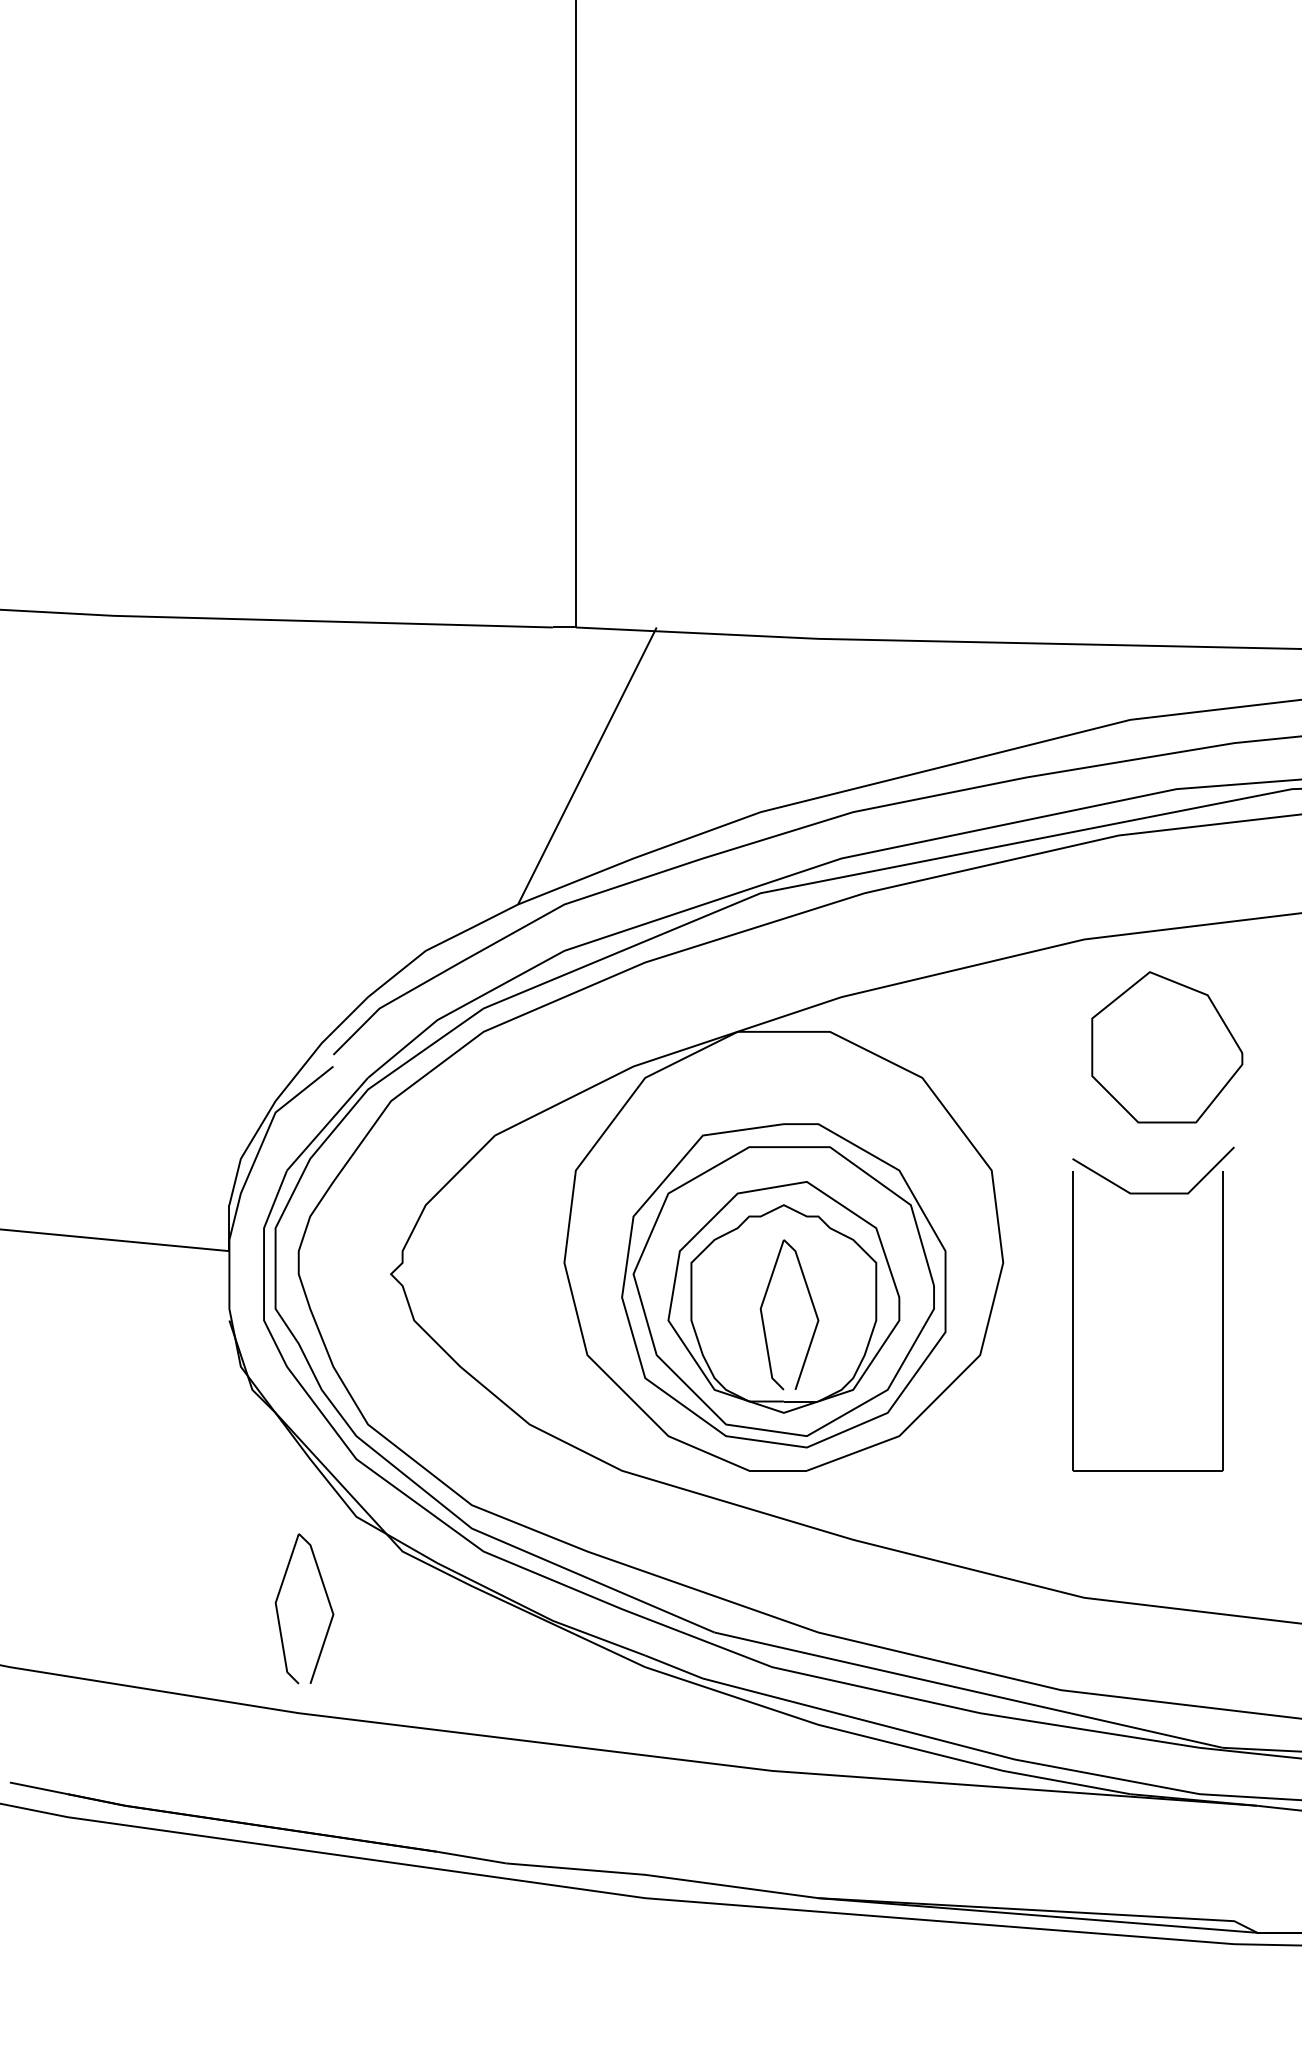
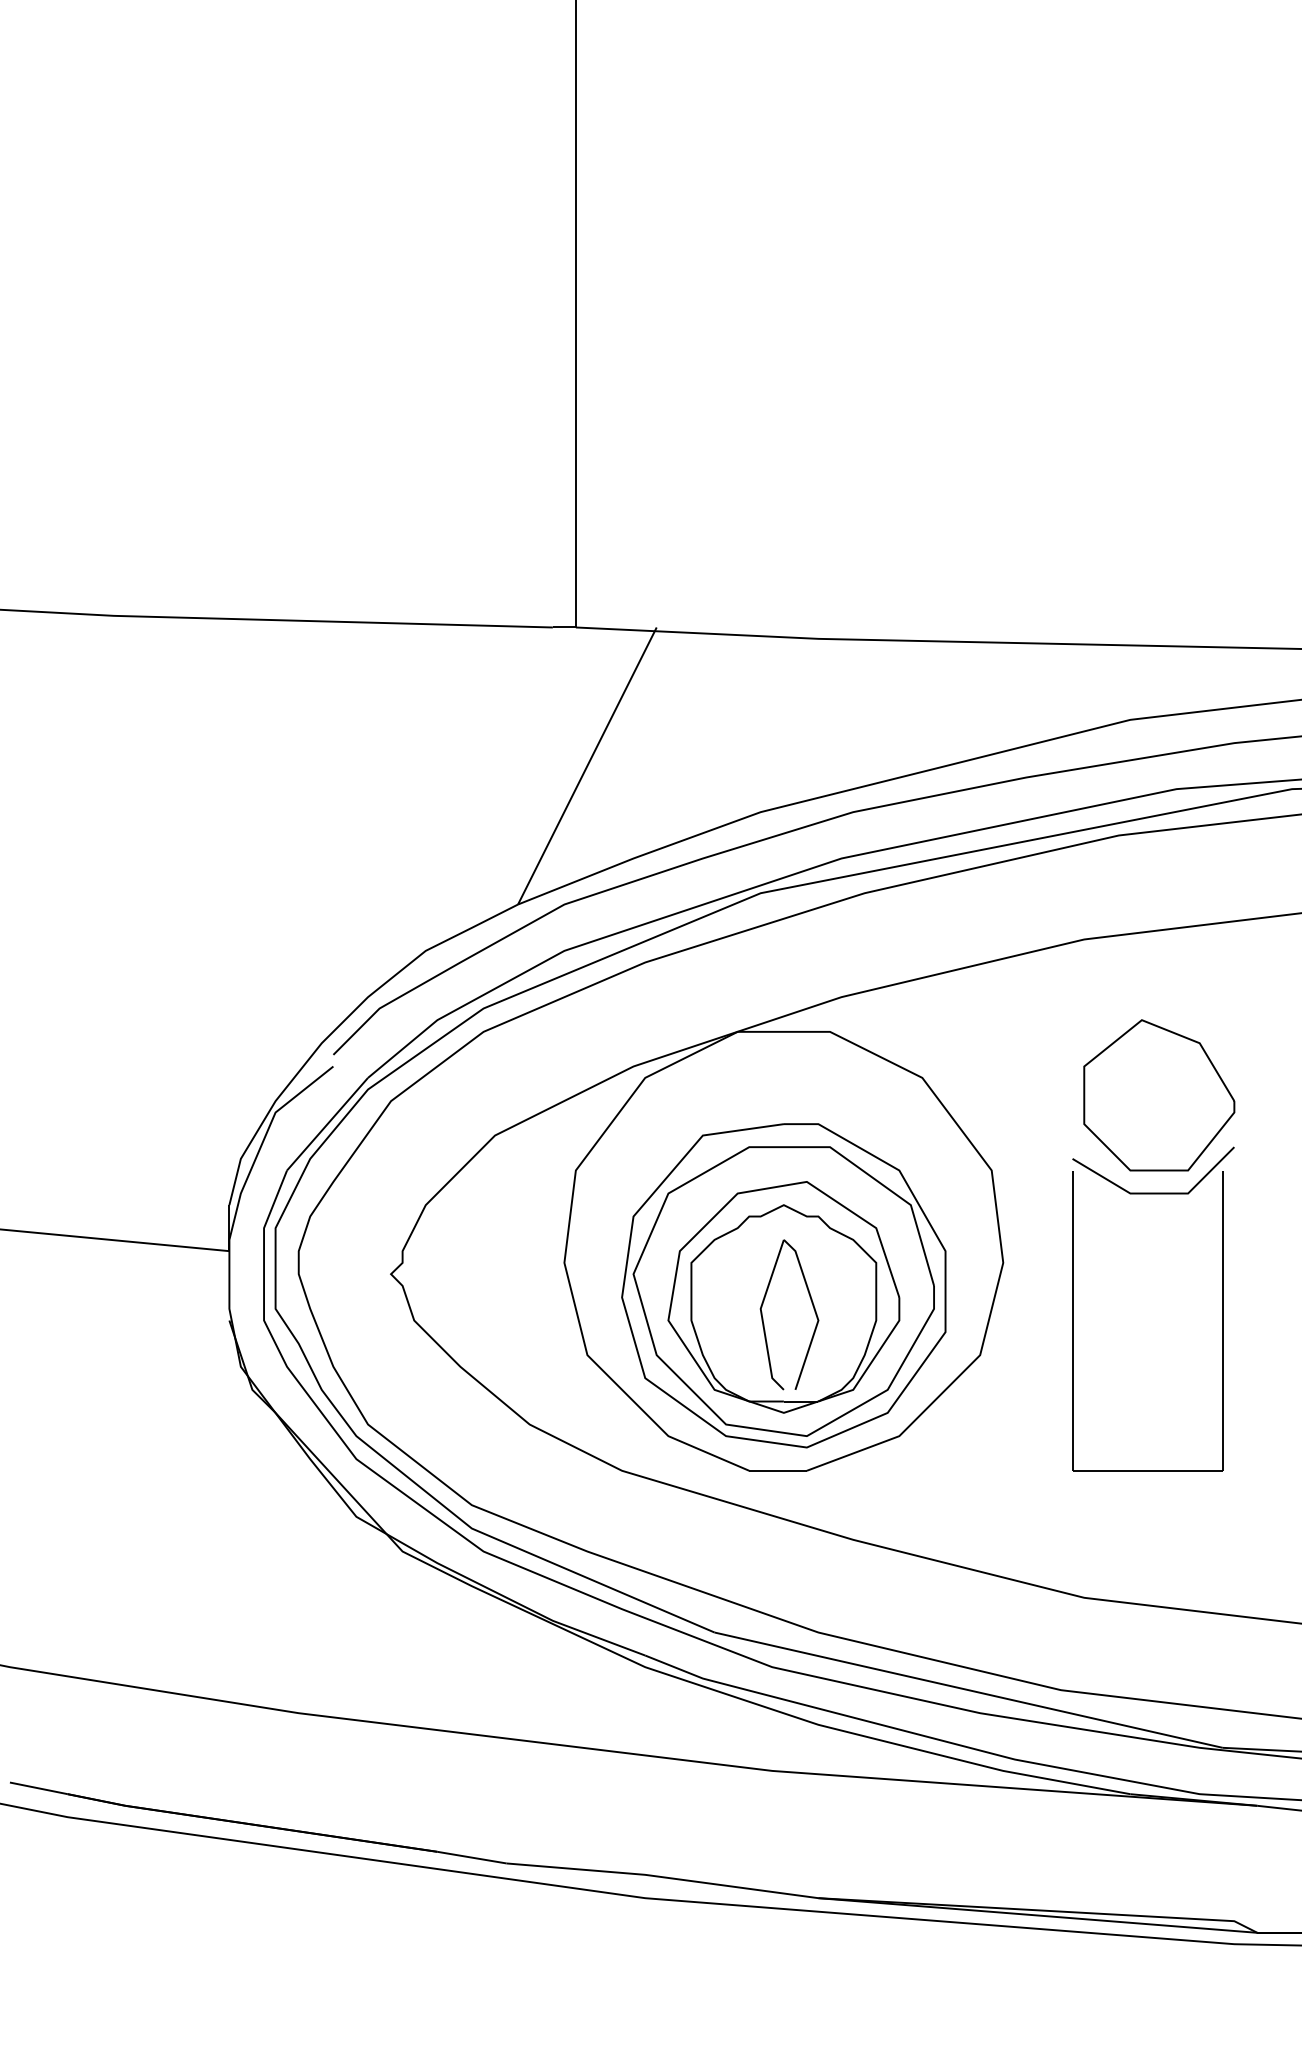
part at (1167, 1047) position: (1167, 1047) -> (1159, 1095)
part at (327, 1600): present -> none
